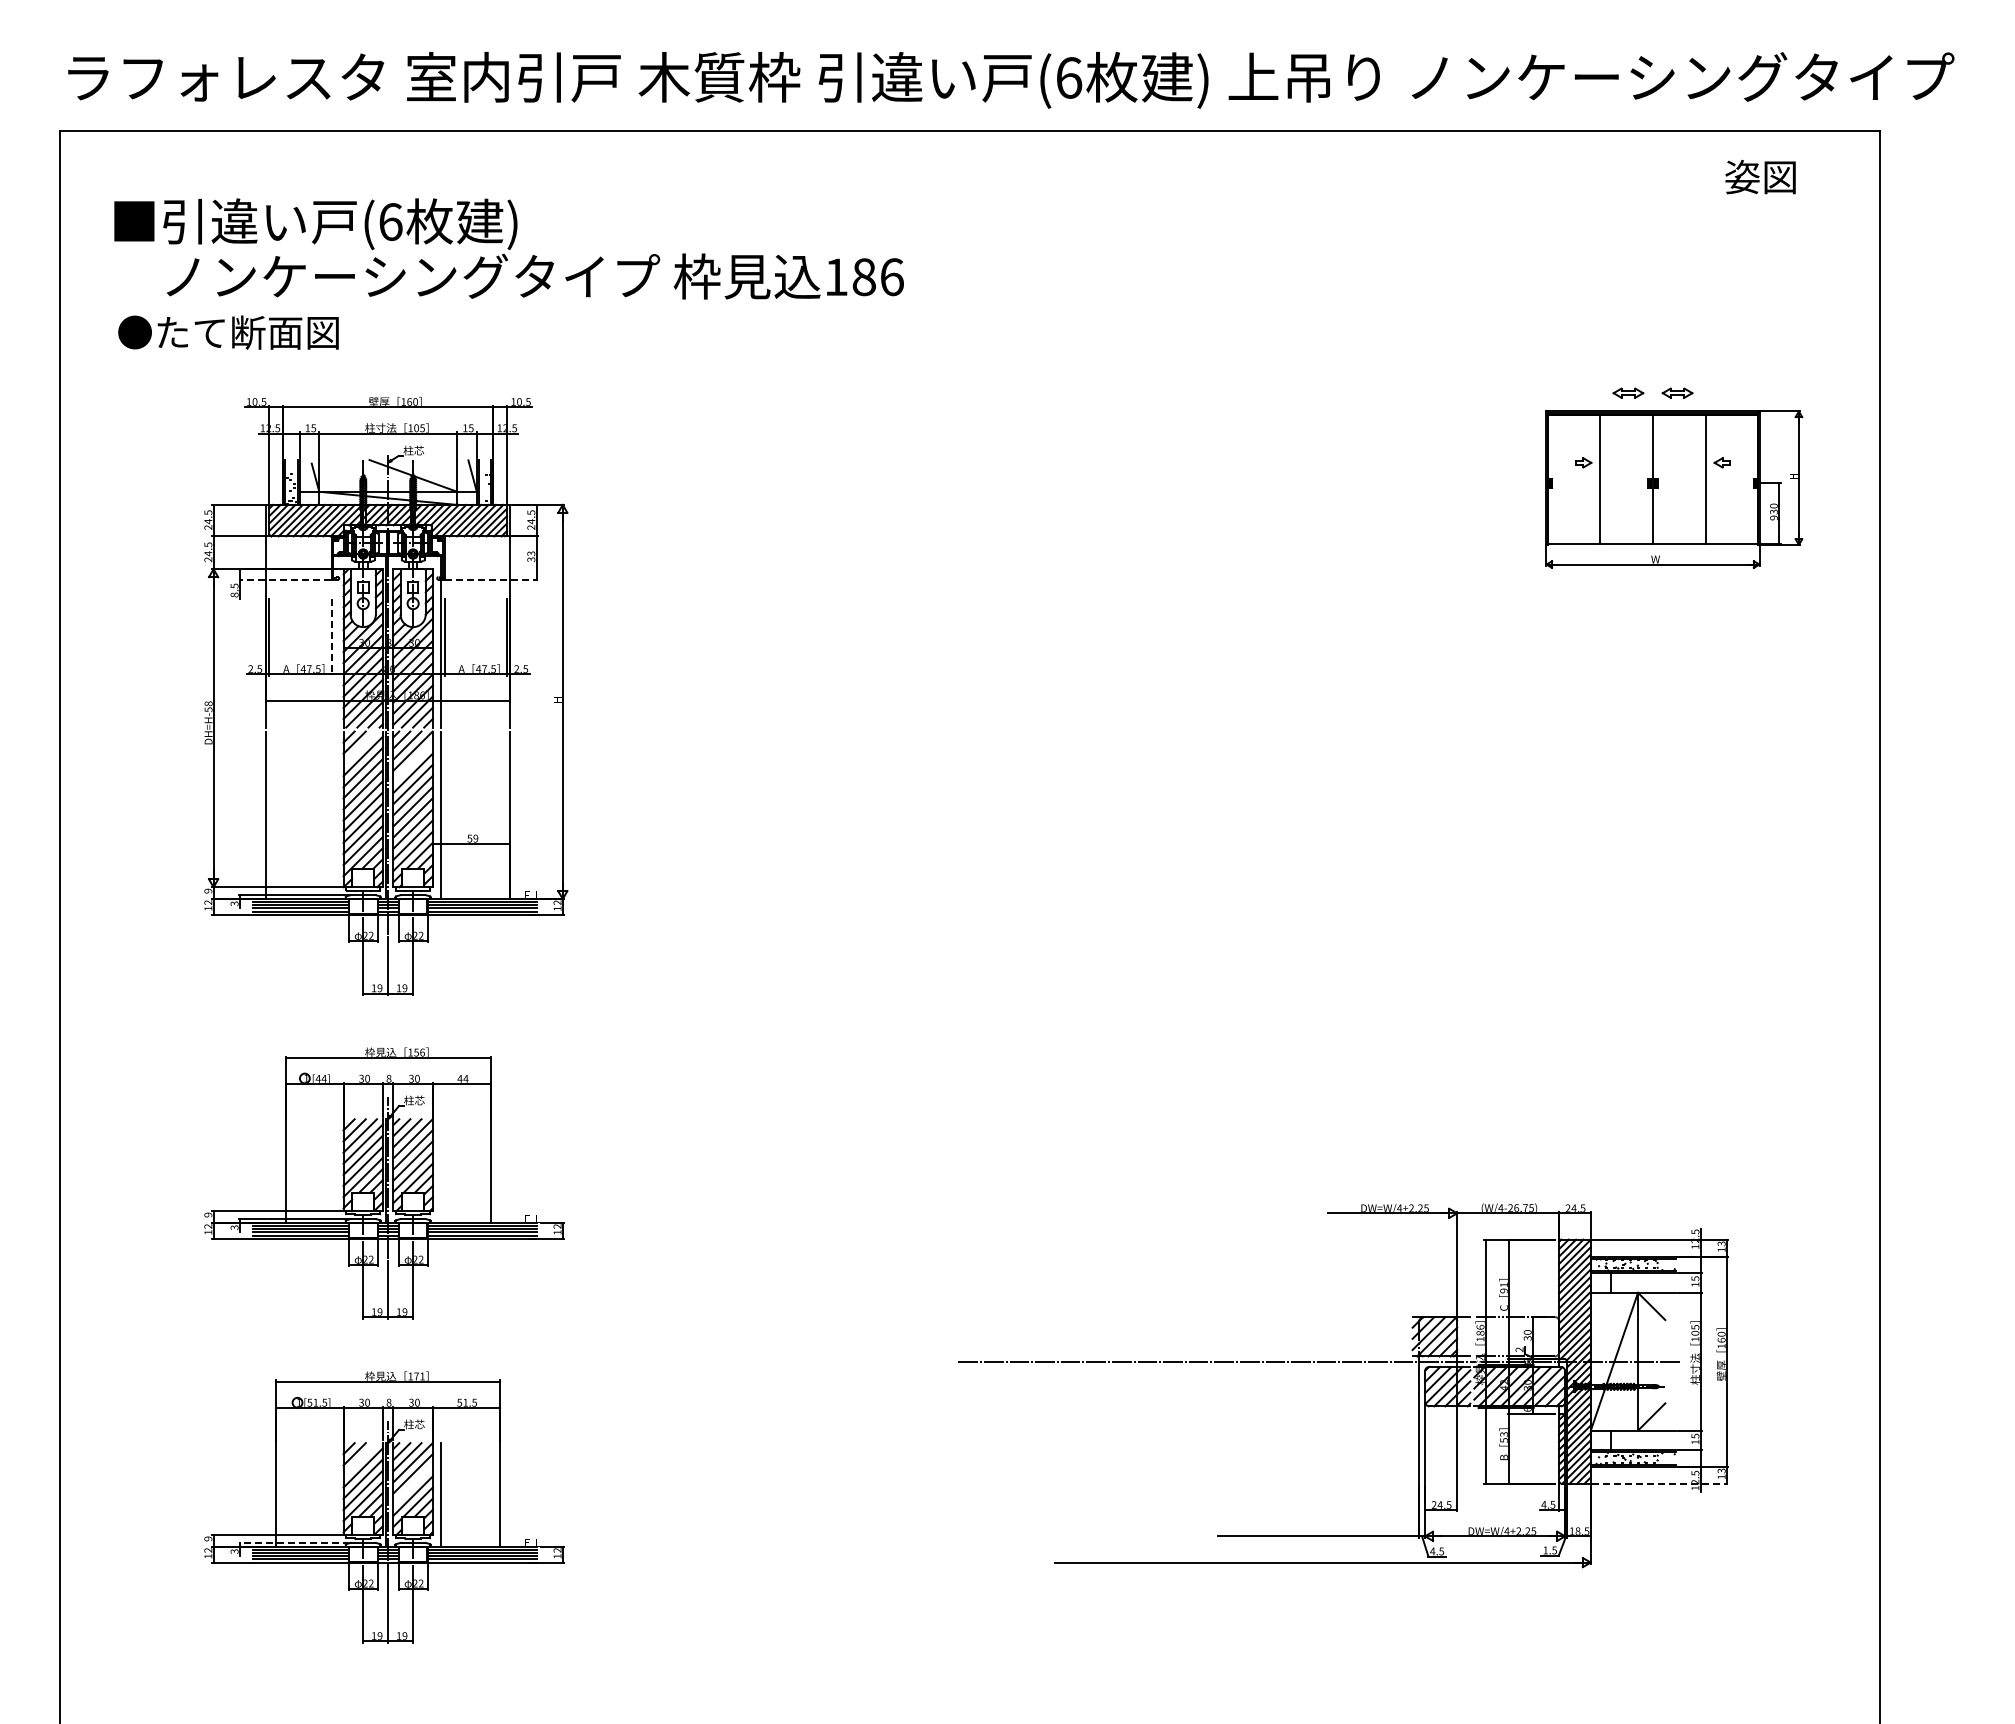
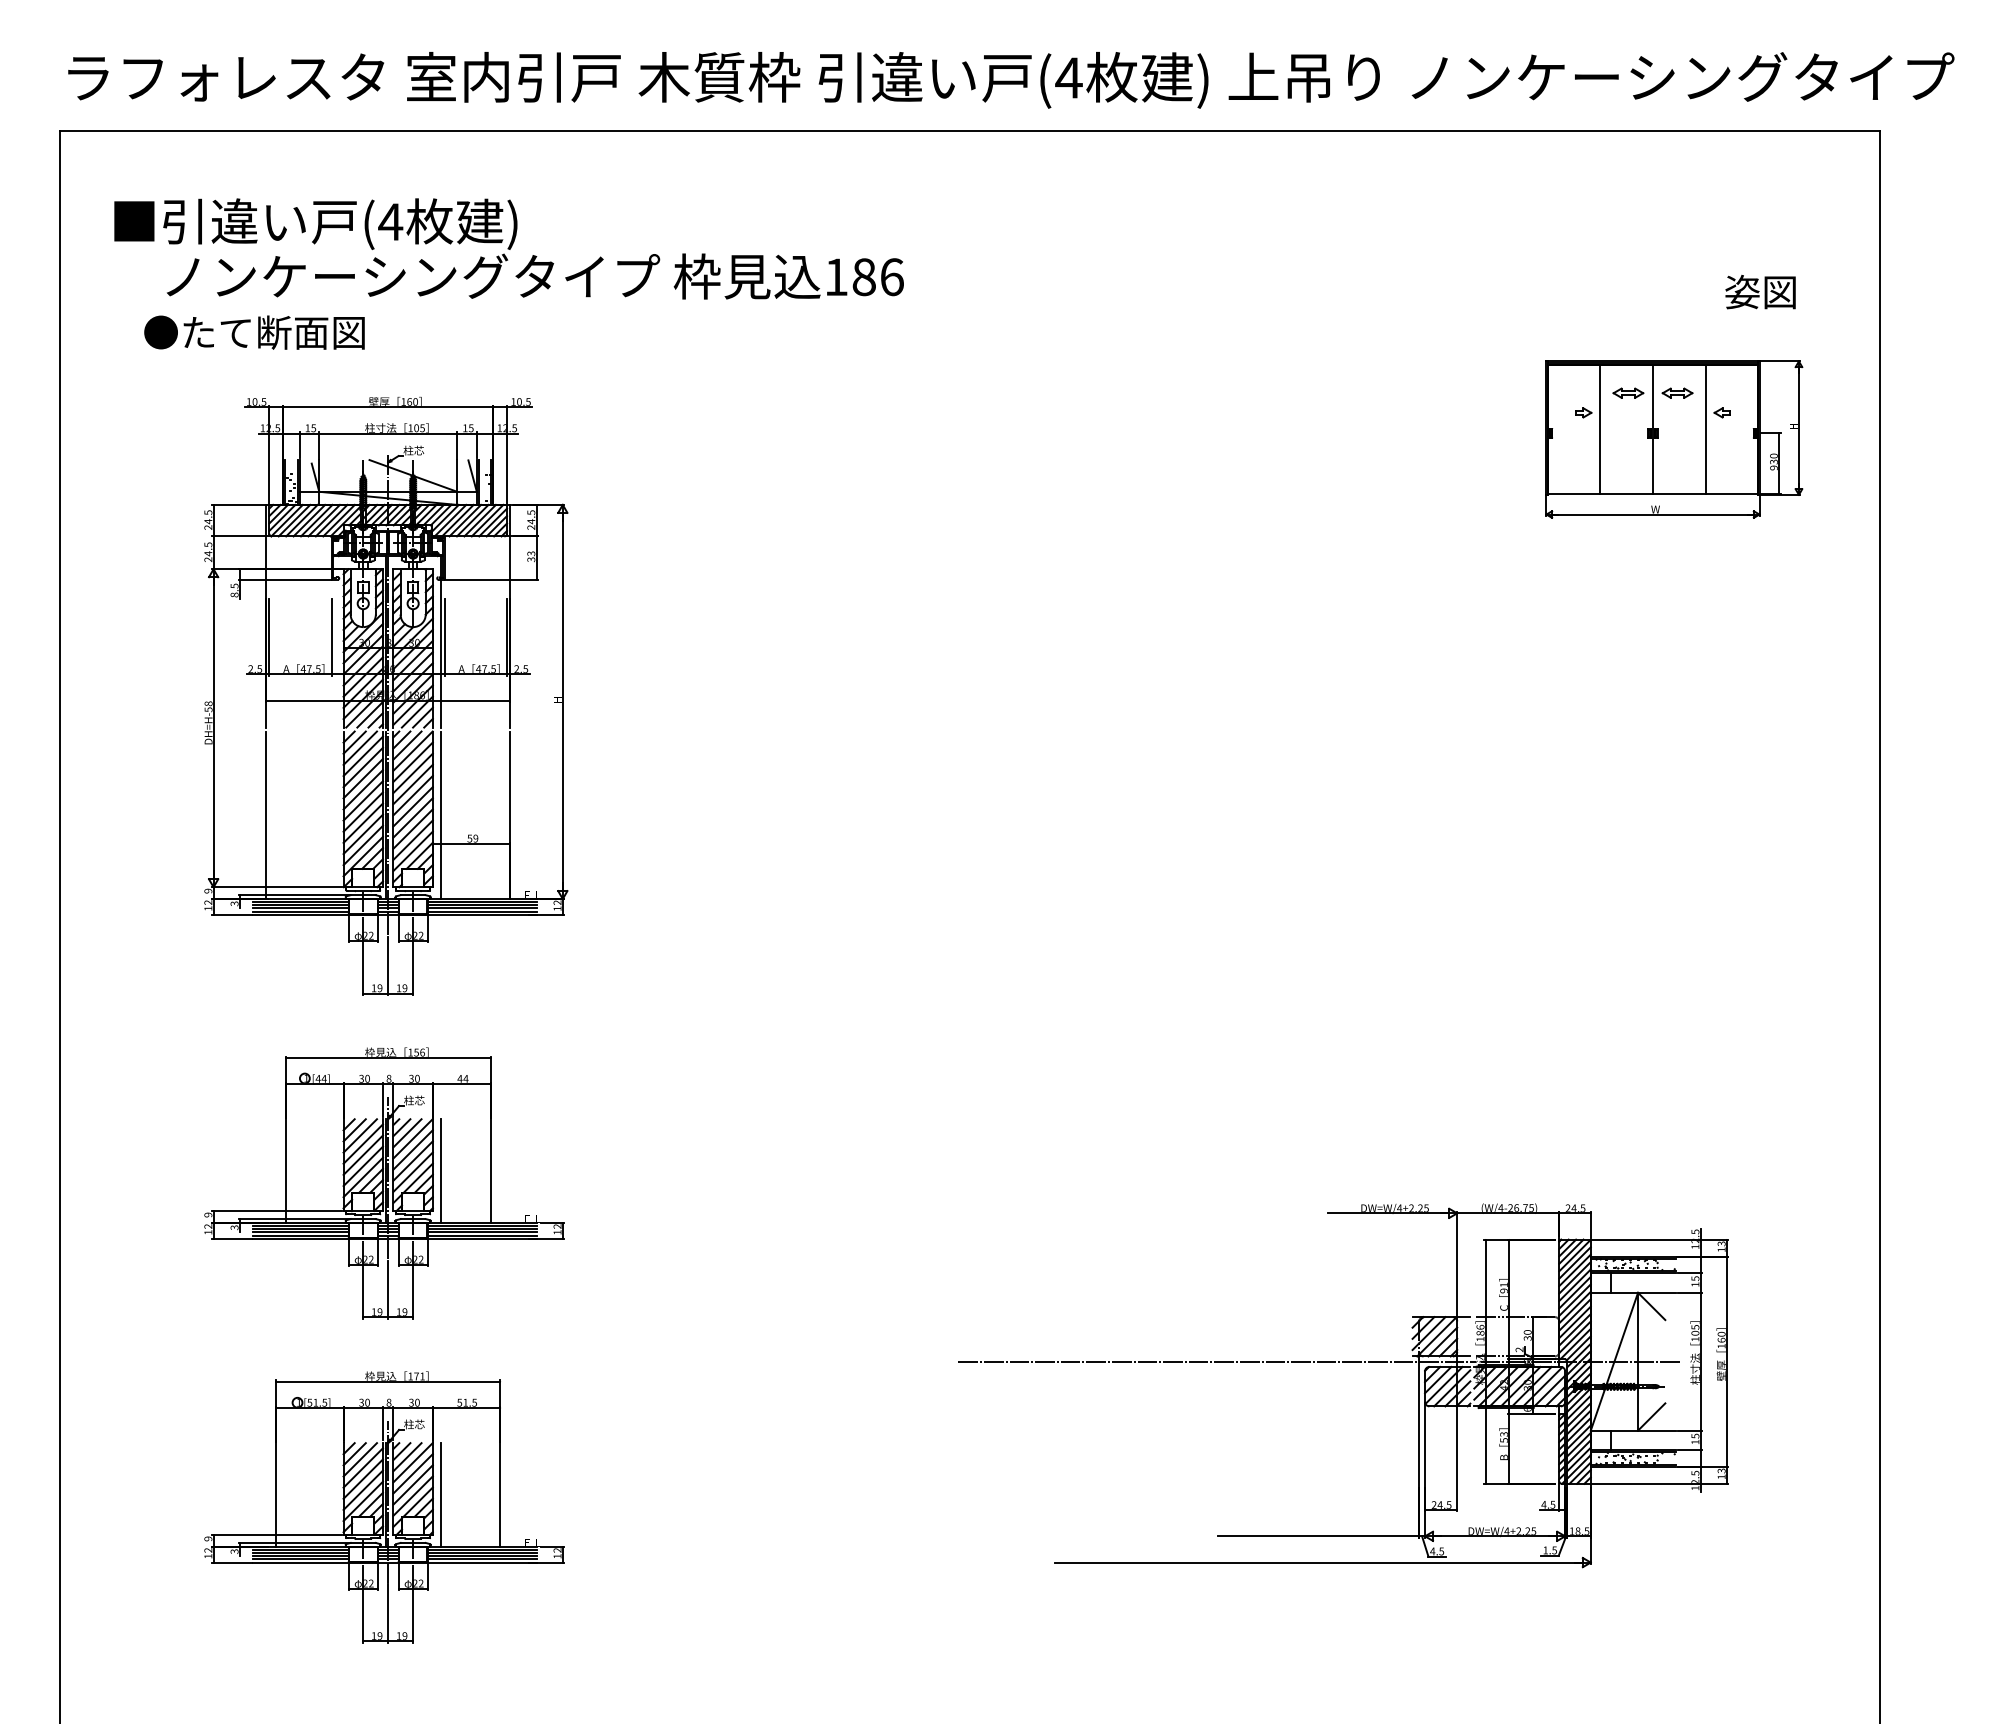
text at (1068, 77): (6 -> (4
text at (1760, 177) position: (1760, 177) -> (1760, 292)
text at (390, 222): (6 -> (4
text at (228, 332) position: (228, 332) -> (254, 332)
part at (1674, 489) position: (1674, 489) -> (1674, 439)
line at (284, 579): dashed -> solid
line at (492, 579): dashed -> solid
line at (331, 637): dashed -> solid
line at (360, 747): none -> present
line at (412, 761): none -> present
line at (440, 1170): none -> present
line at (360, 1459): none -> present
line at (1660, 1483): dashed -> solid
line at (412, 1484): none -> present
line at (294, 1542): dashed -> solid
